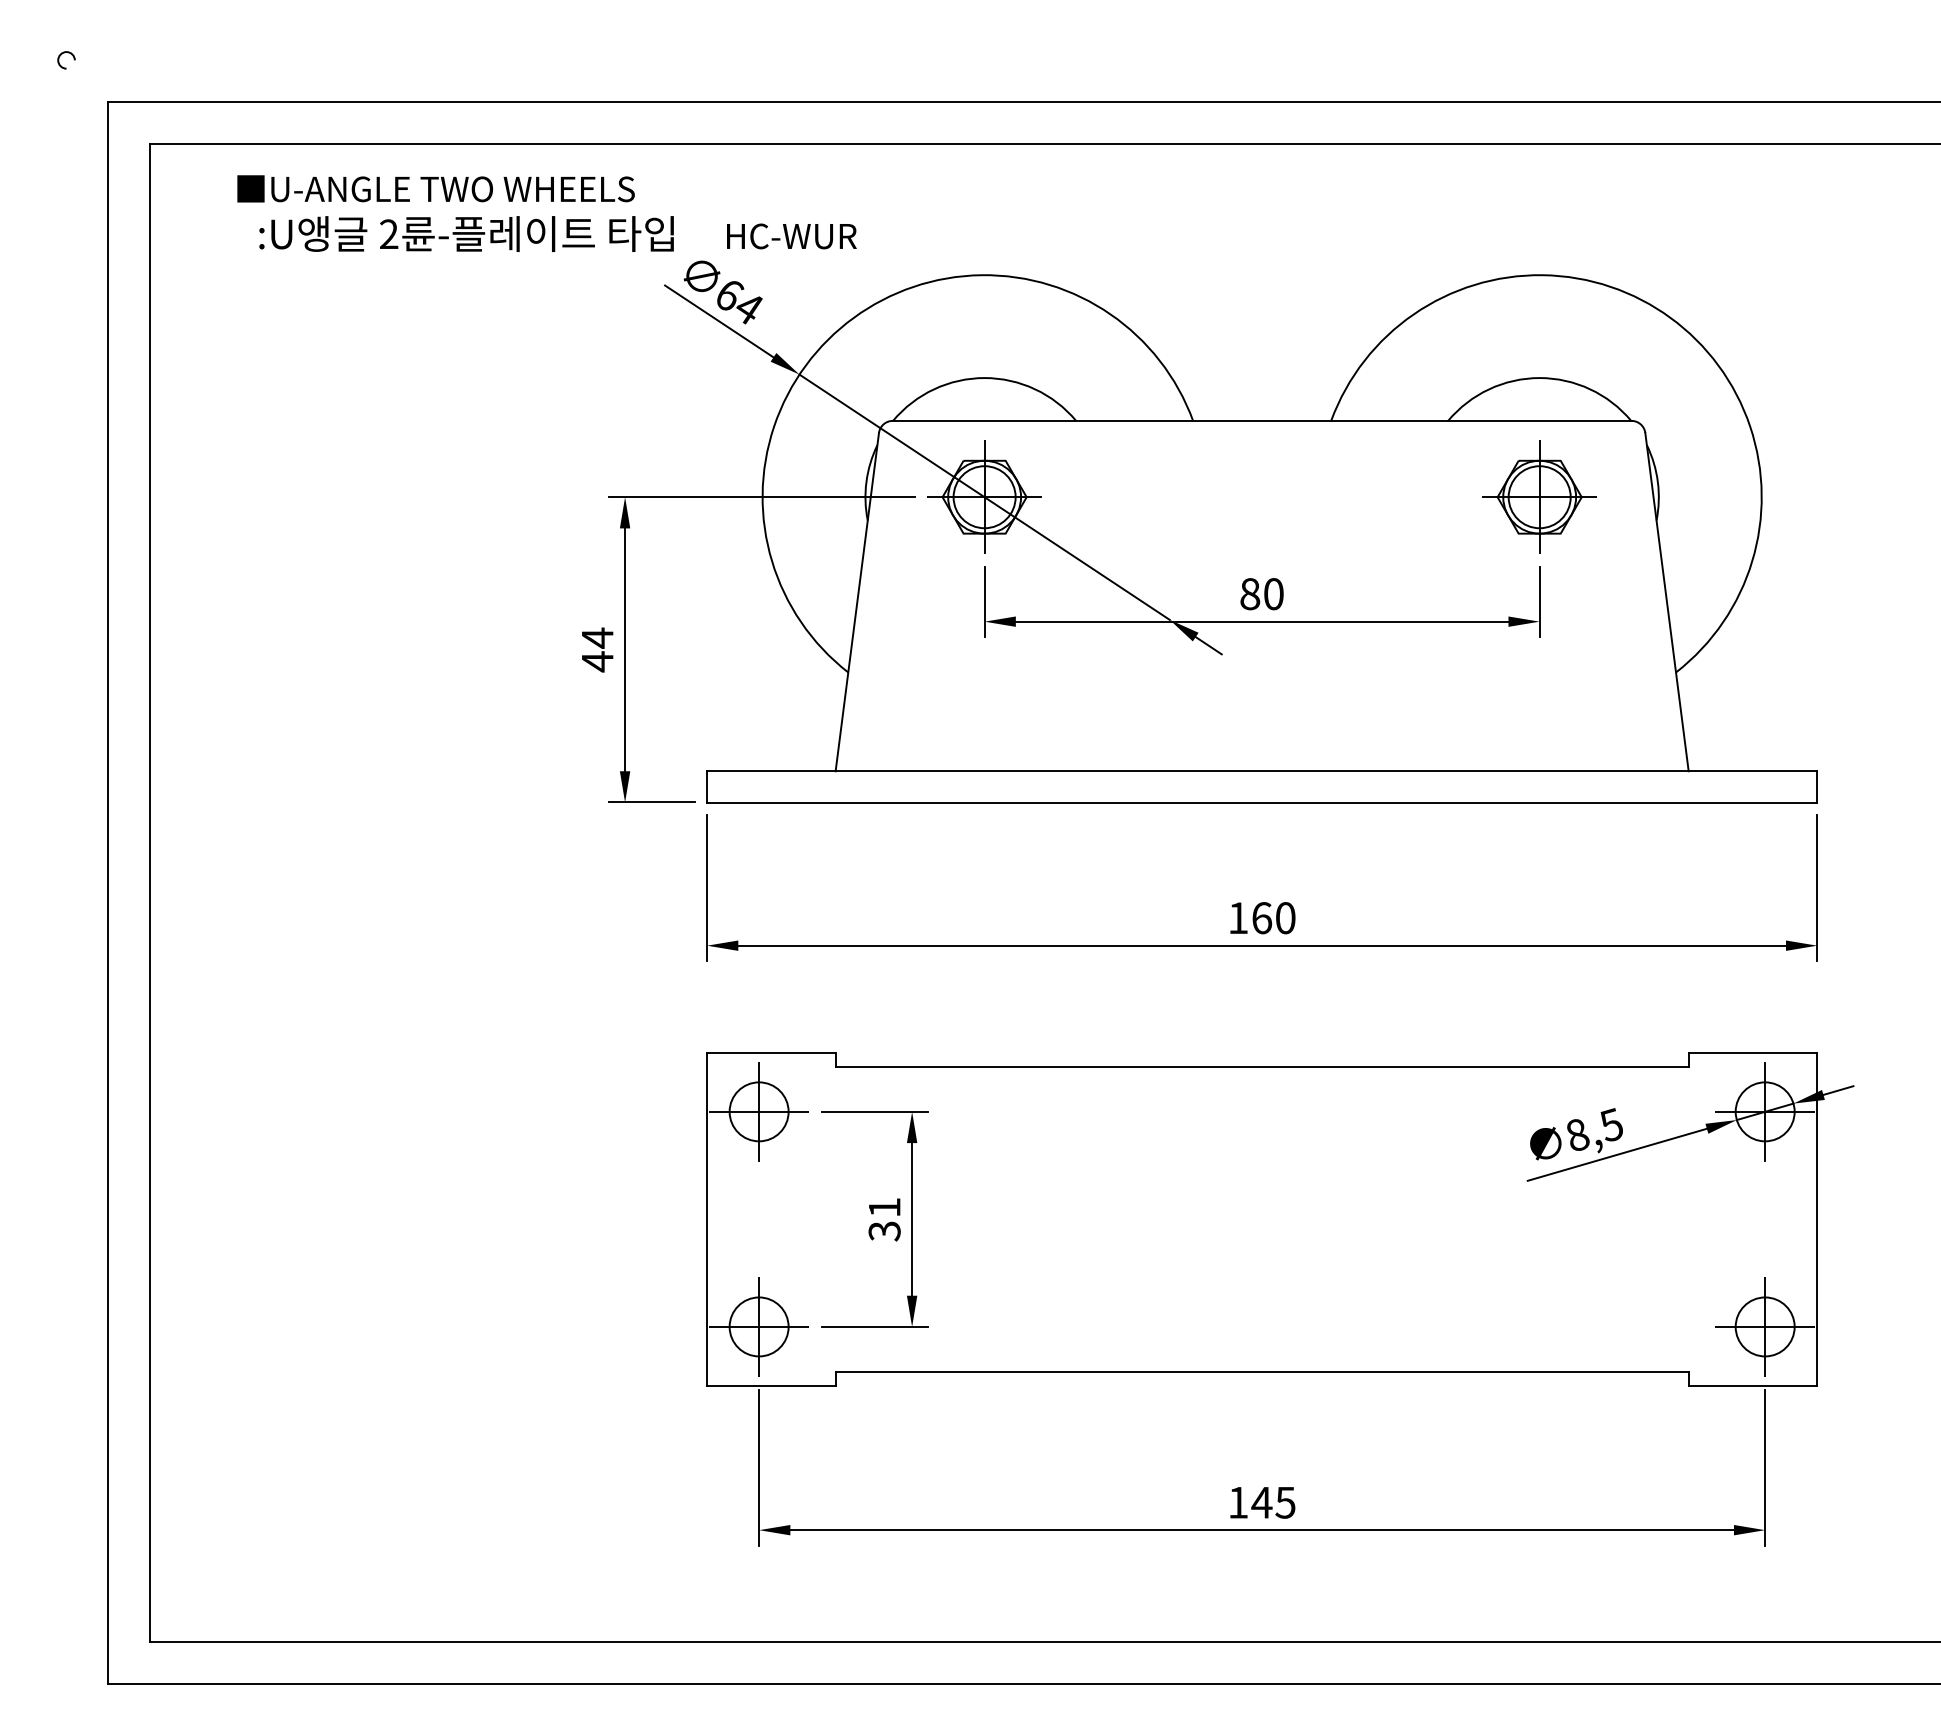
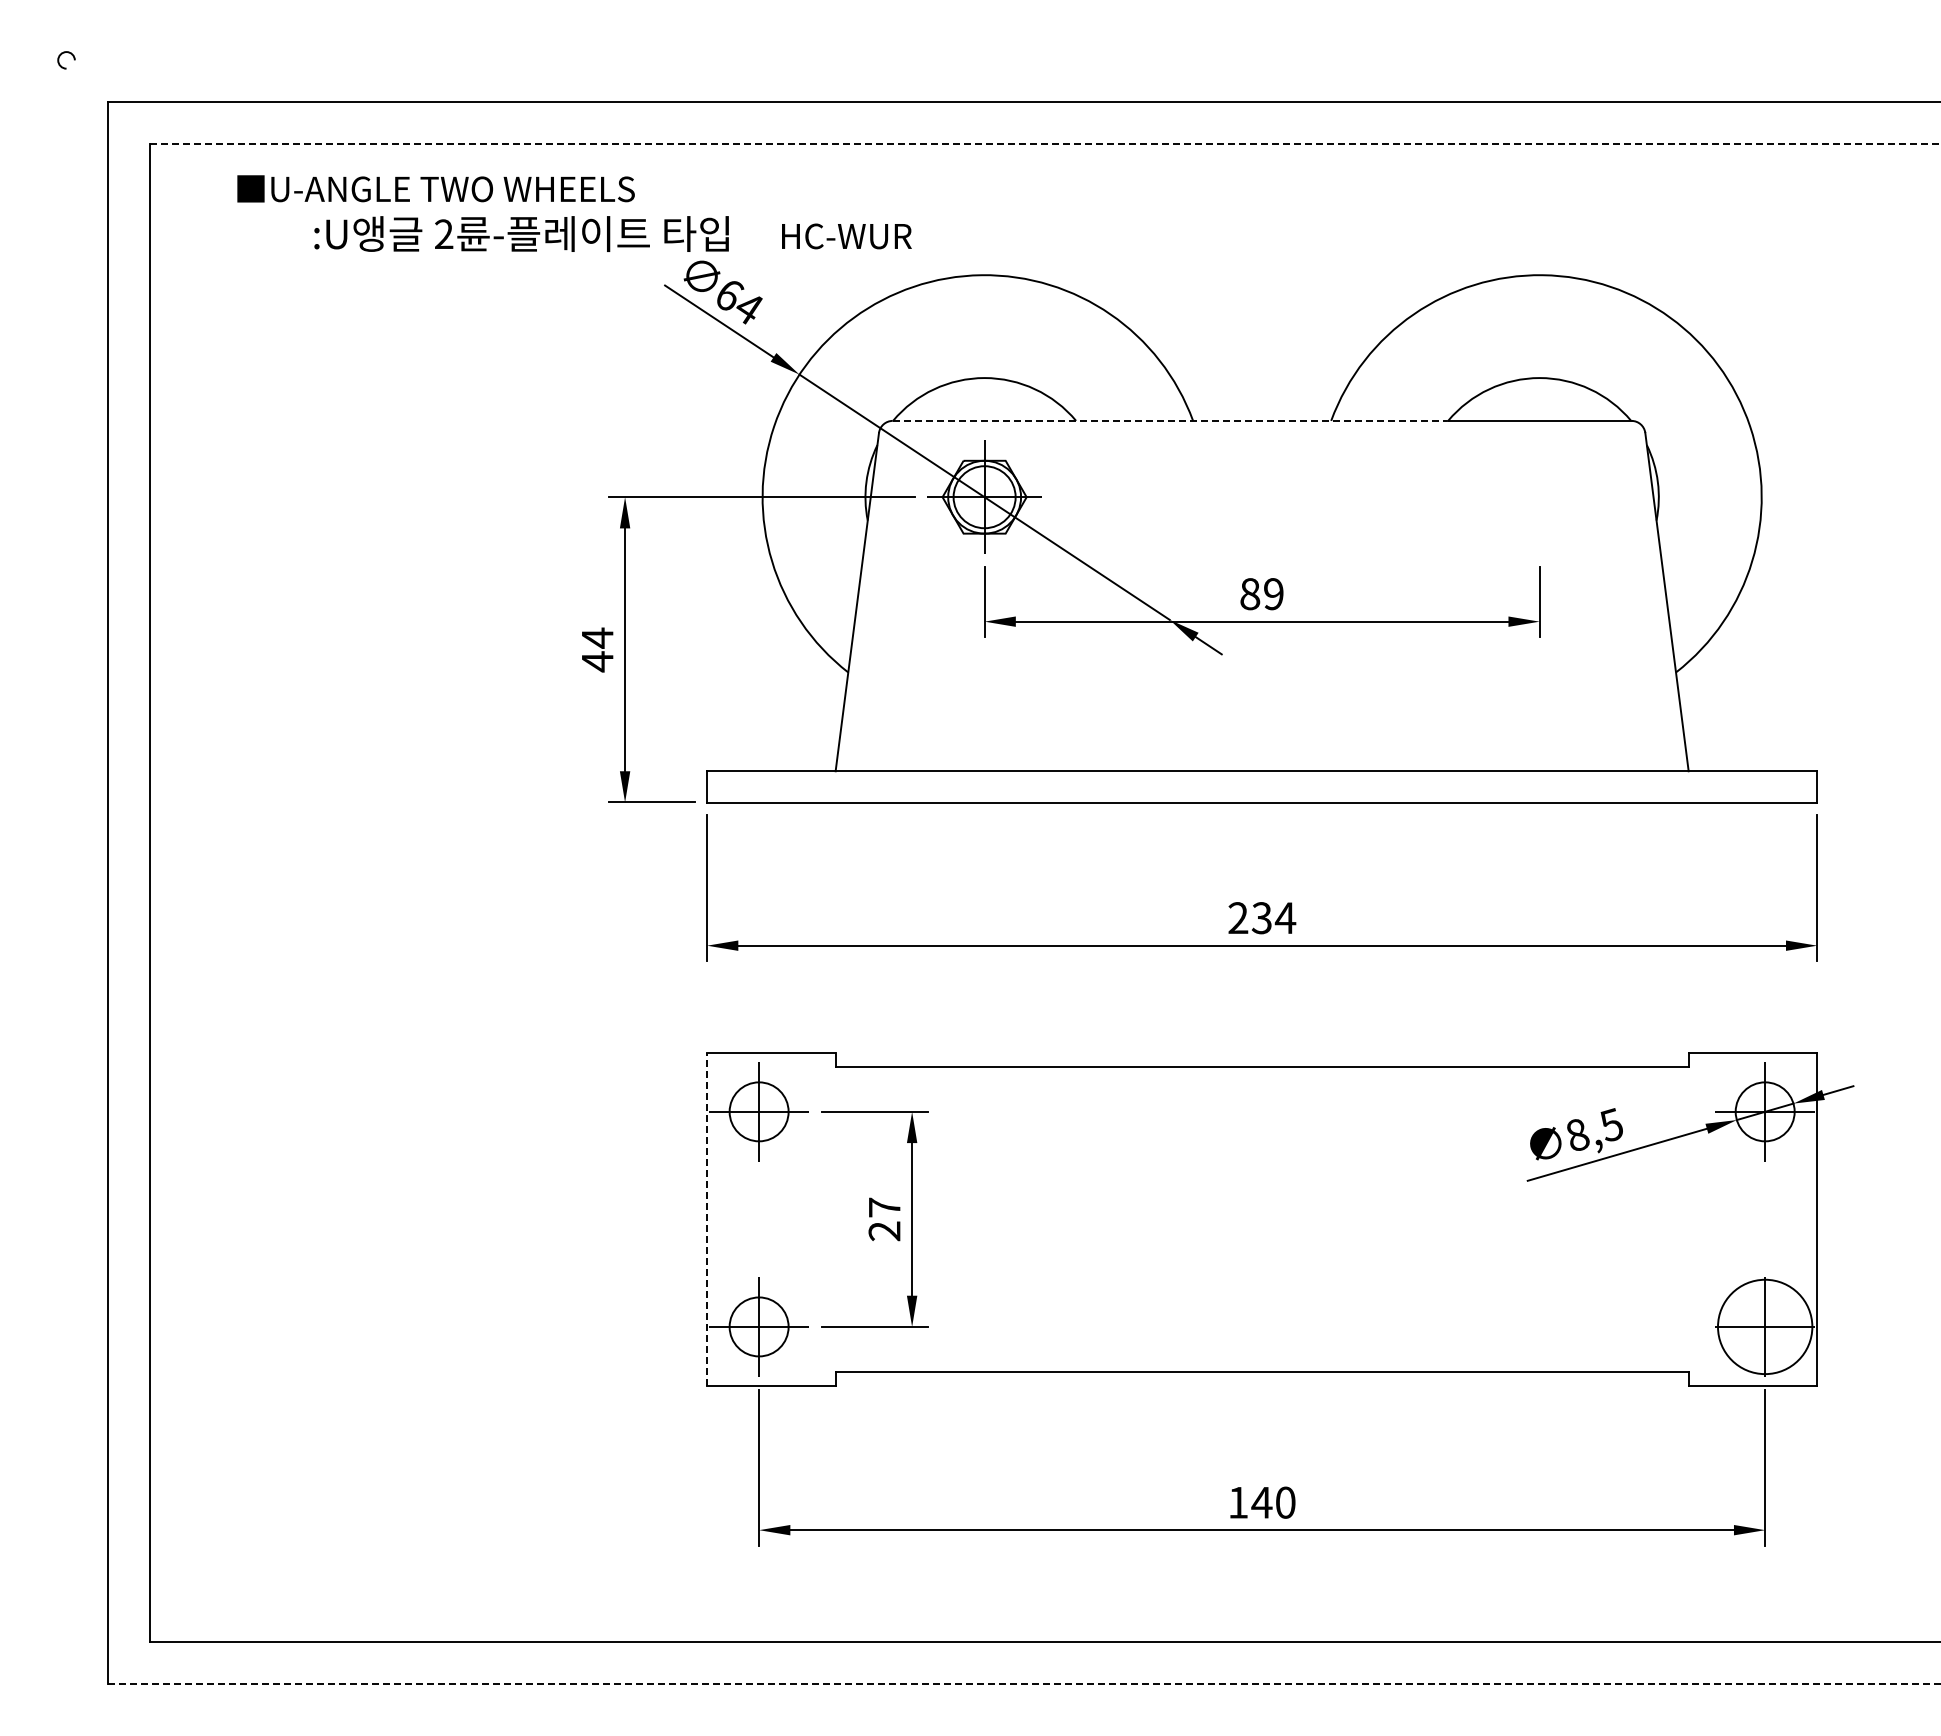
line at (1045, 143): solid -> dashed
text at (557, 233) position: (557, 233) -> (612, 233)
line at (1170, 420): solid -> dashed
part at (1539, 496): present -> none
text at (1273, 594): 80 -> 89
text at (1262, 918): 160 -> 234
line at (707, 1219): solid -> dashed
text at (884, 1219): 31 -> 27
circle at (1764, 1326) diameter: 59 px -> 94 px
text at (1285, 1502): 145 -> 140
line at (1024, 1683): solid -> dashed
